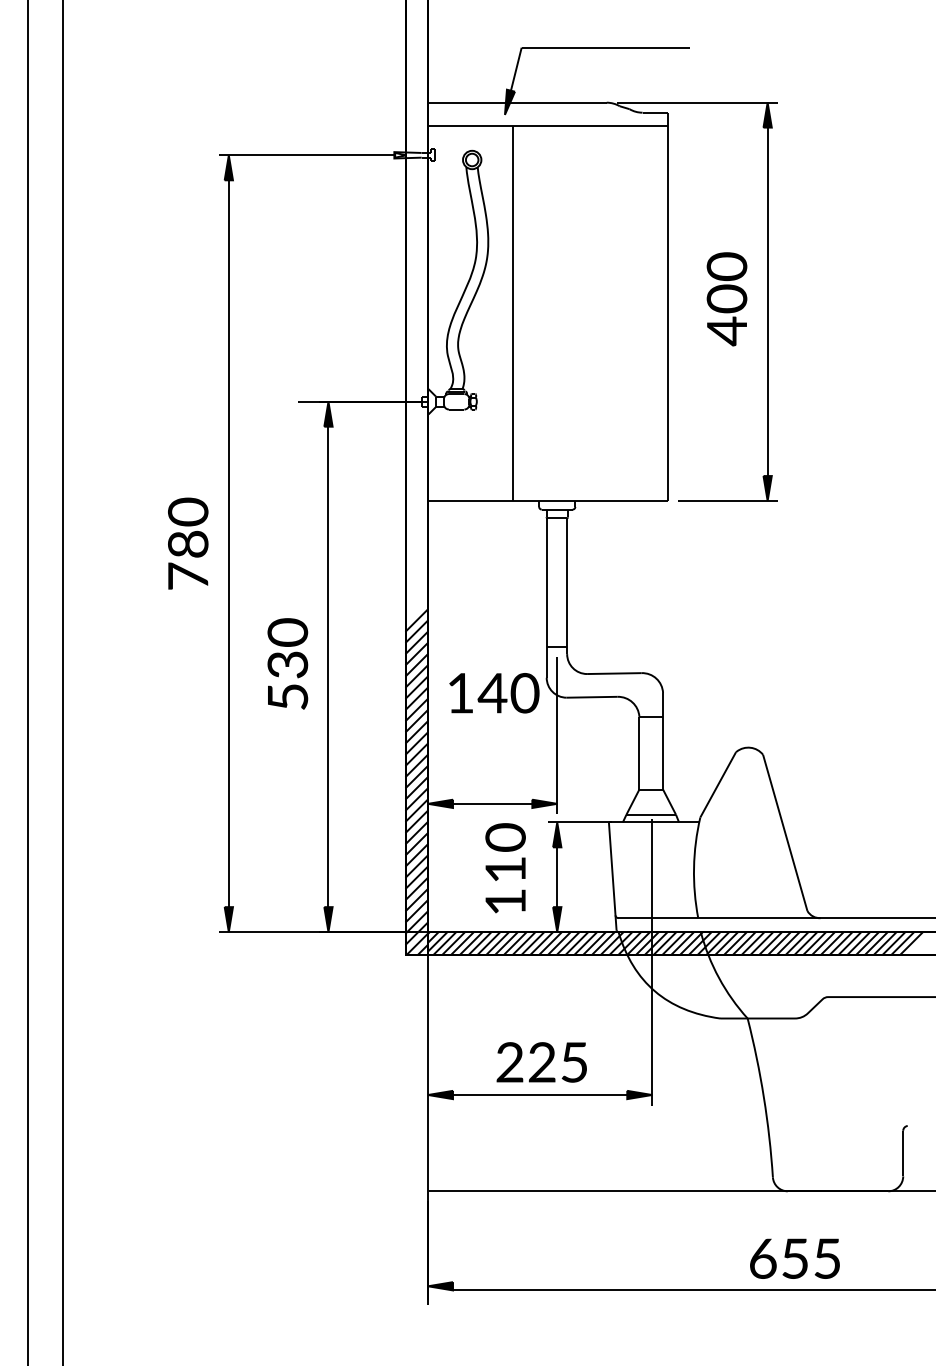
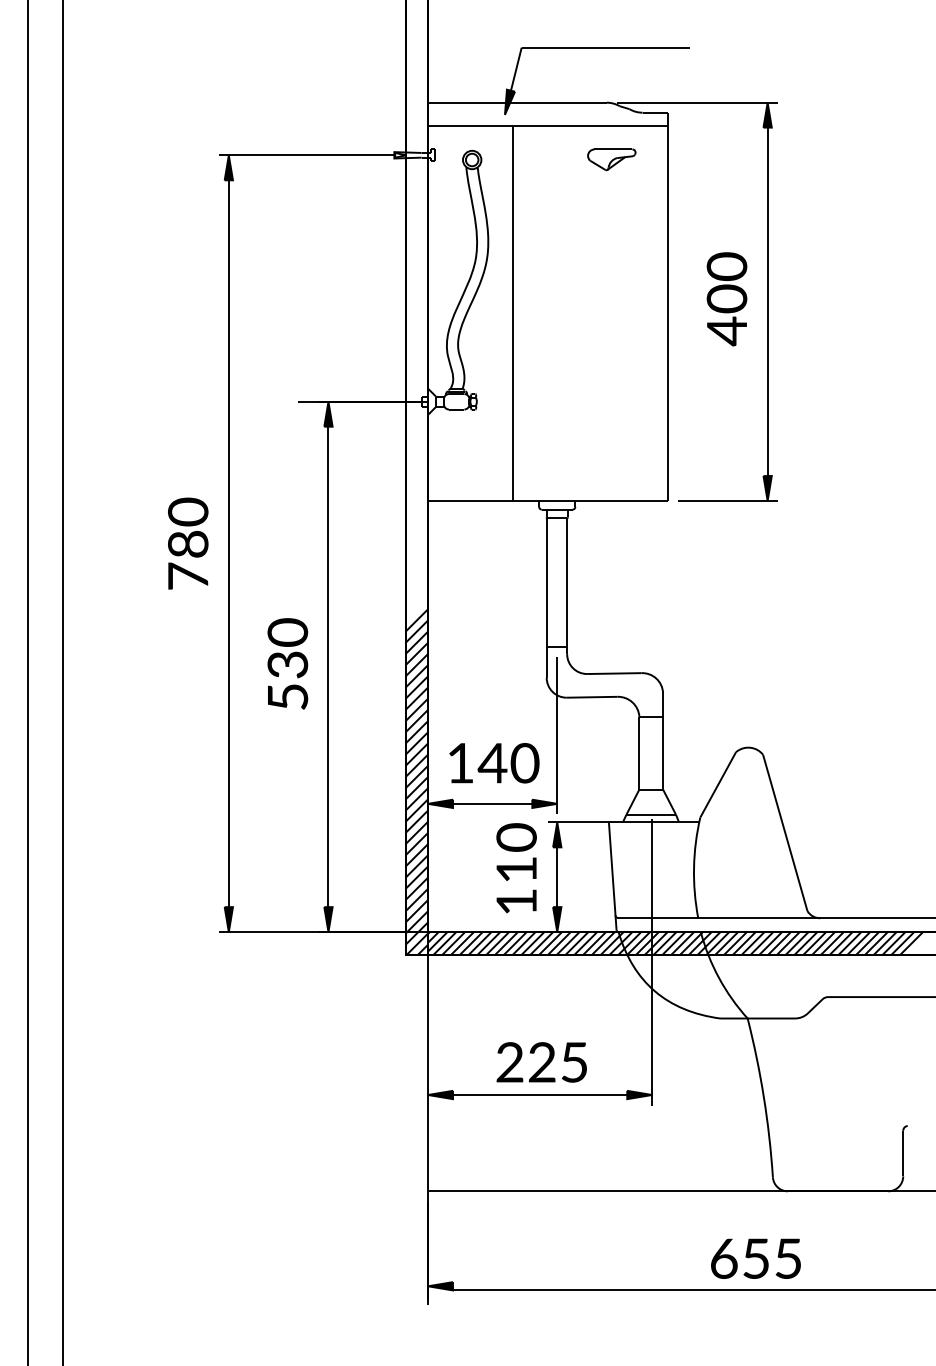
part at (611, 159): none -> present
text at (494, 693) position: (494, 693) -> (494, 763)
text at (505, 868) position: (505, 868) -> (516, 868)
text at (794, 1258) position: (794, 1258) -> (755, 1258)
